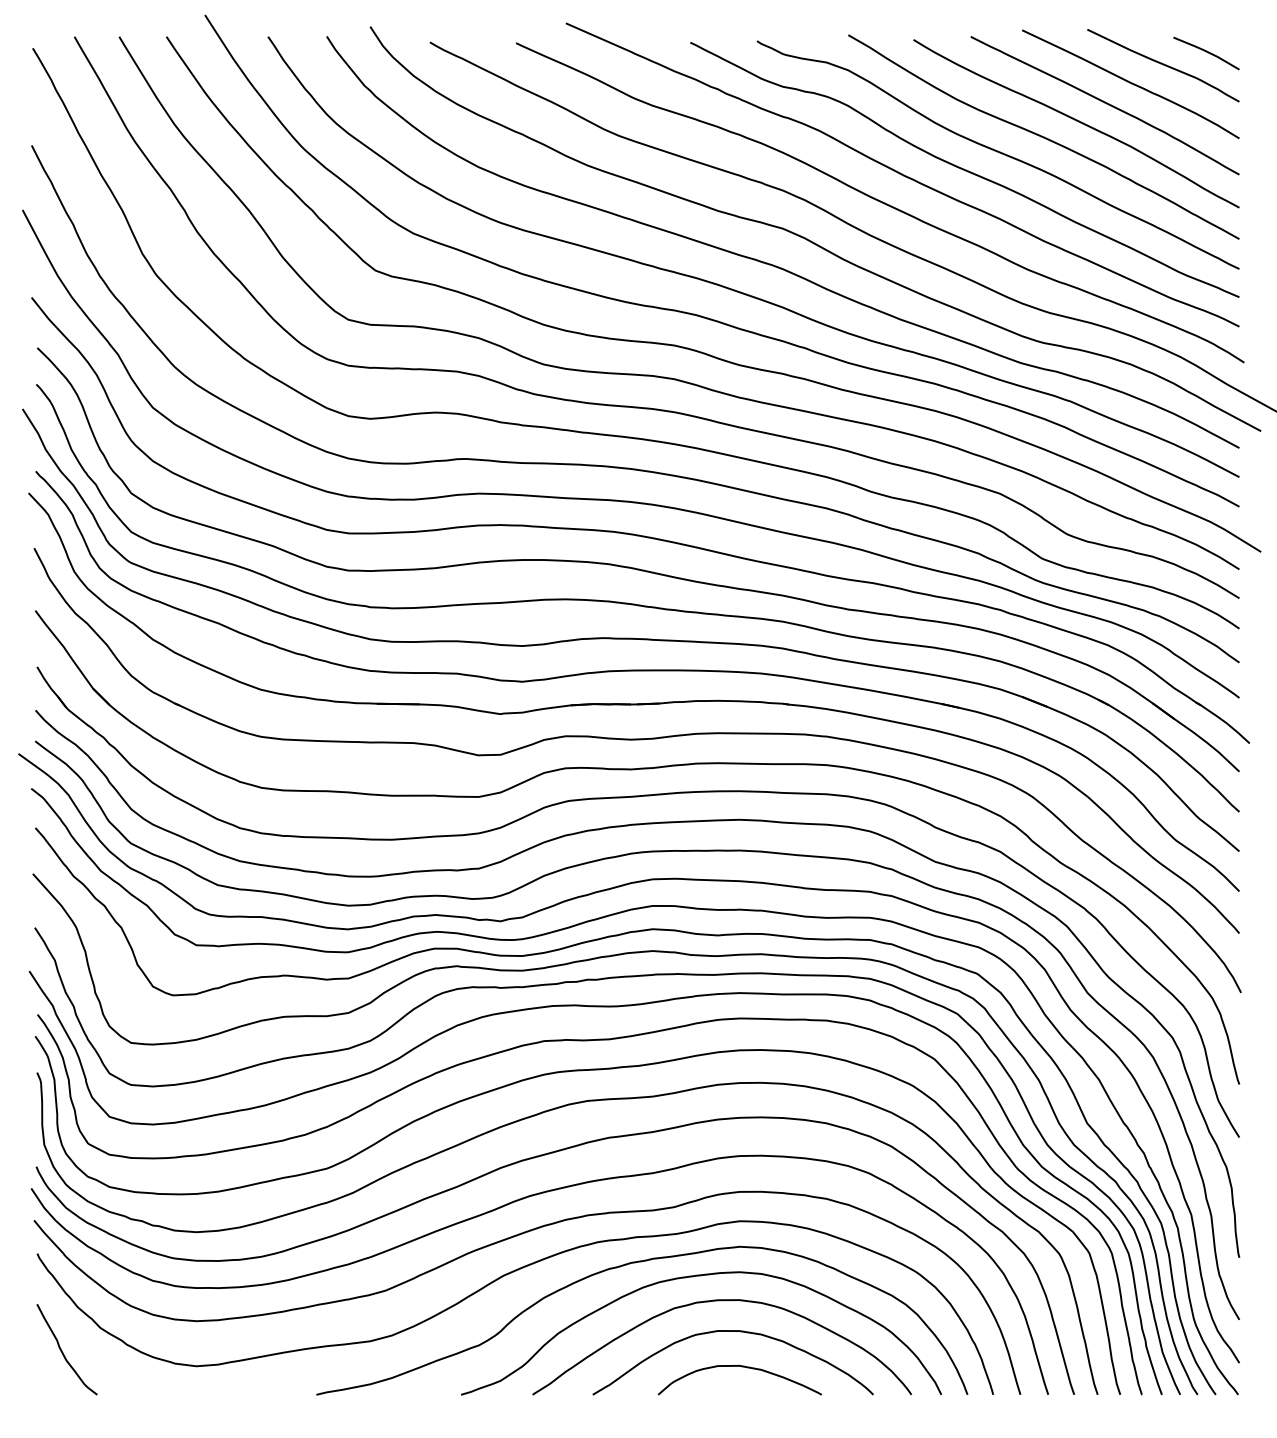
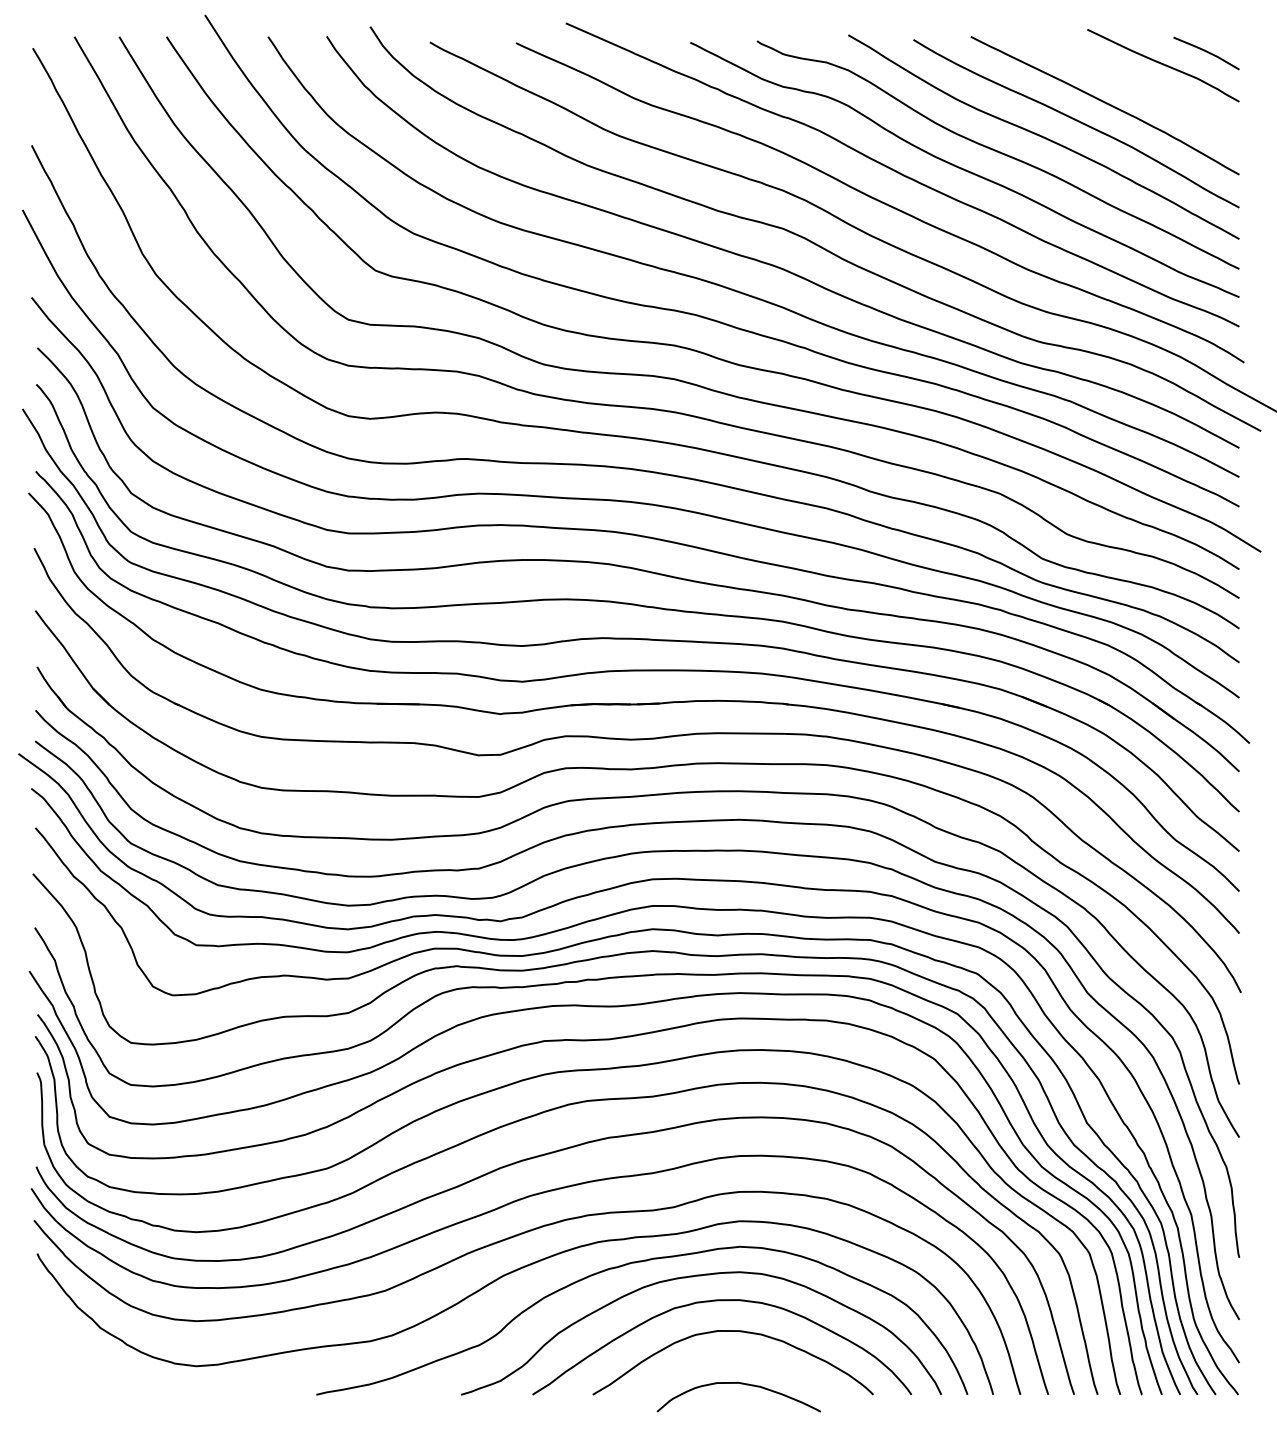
curve at (1130, 83): present -> none
curve at (62, 1350): present -> none
curve at (741, 1367) position: (741, 1367) -> (740, 1384)
